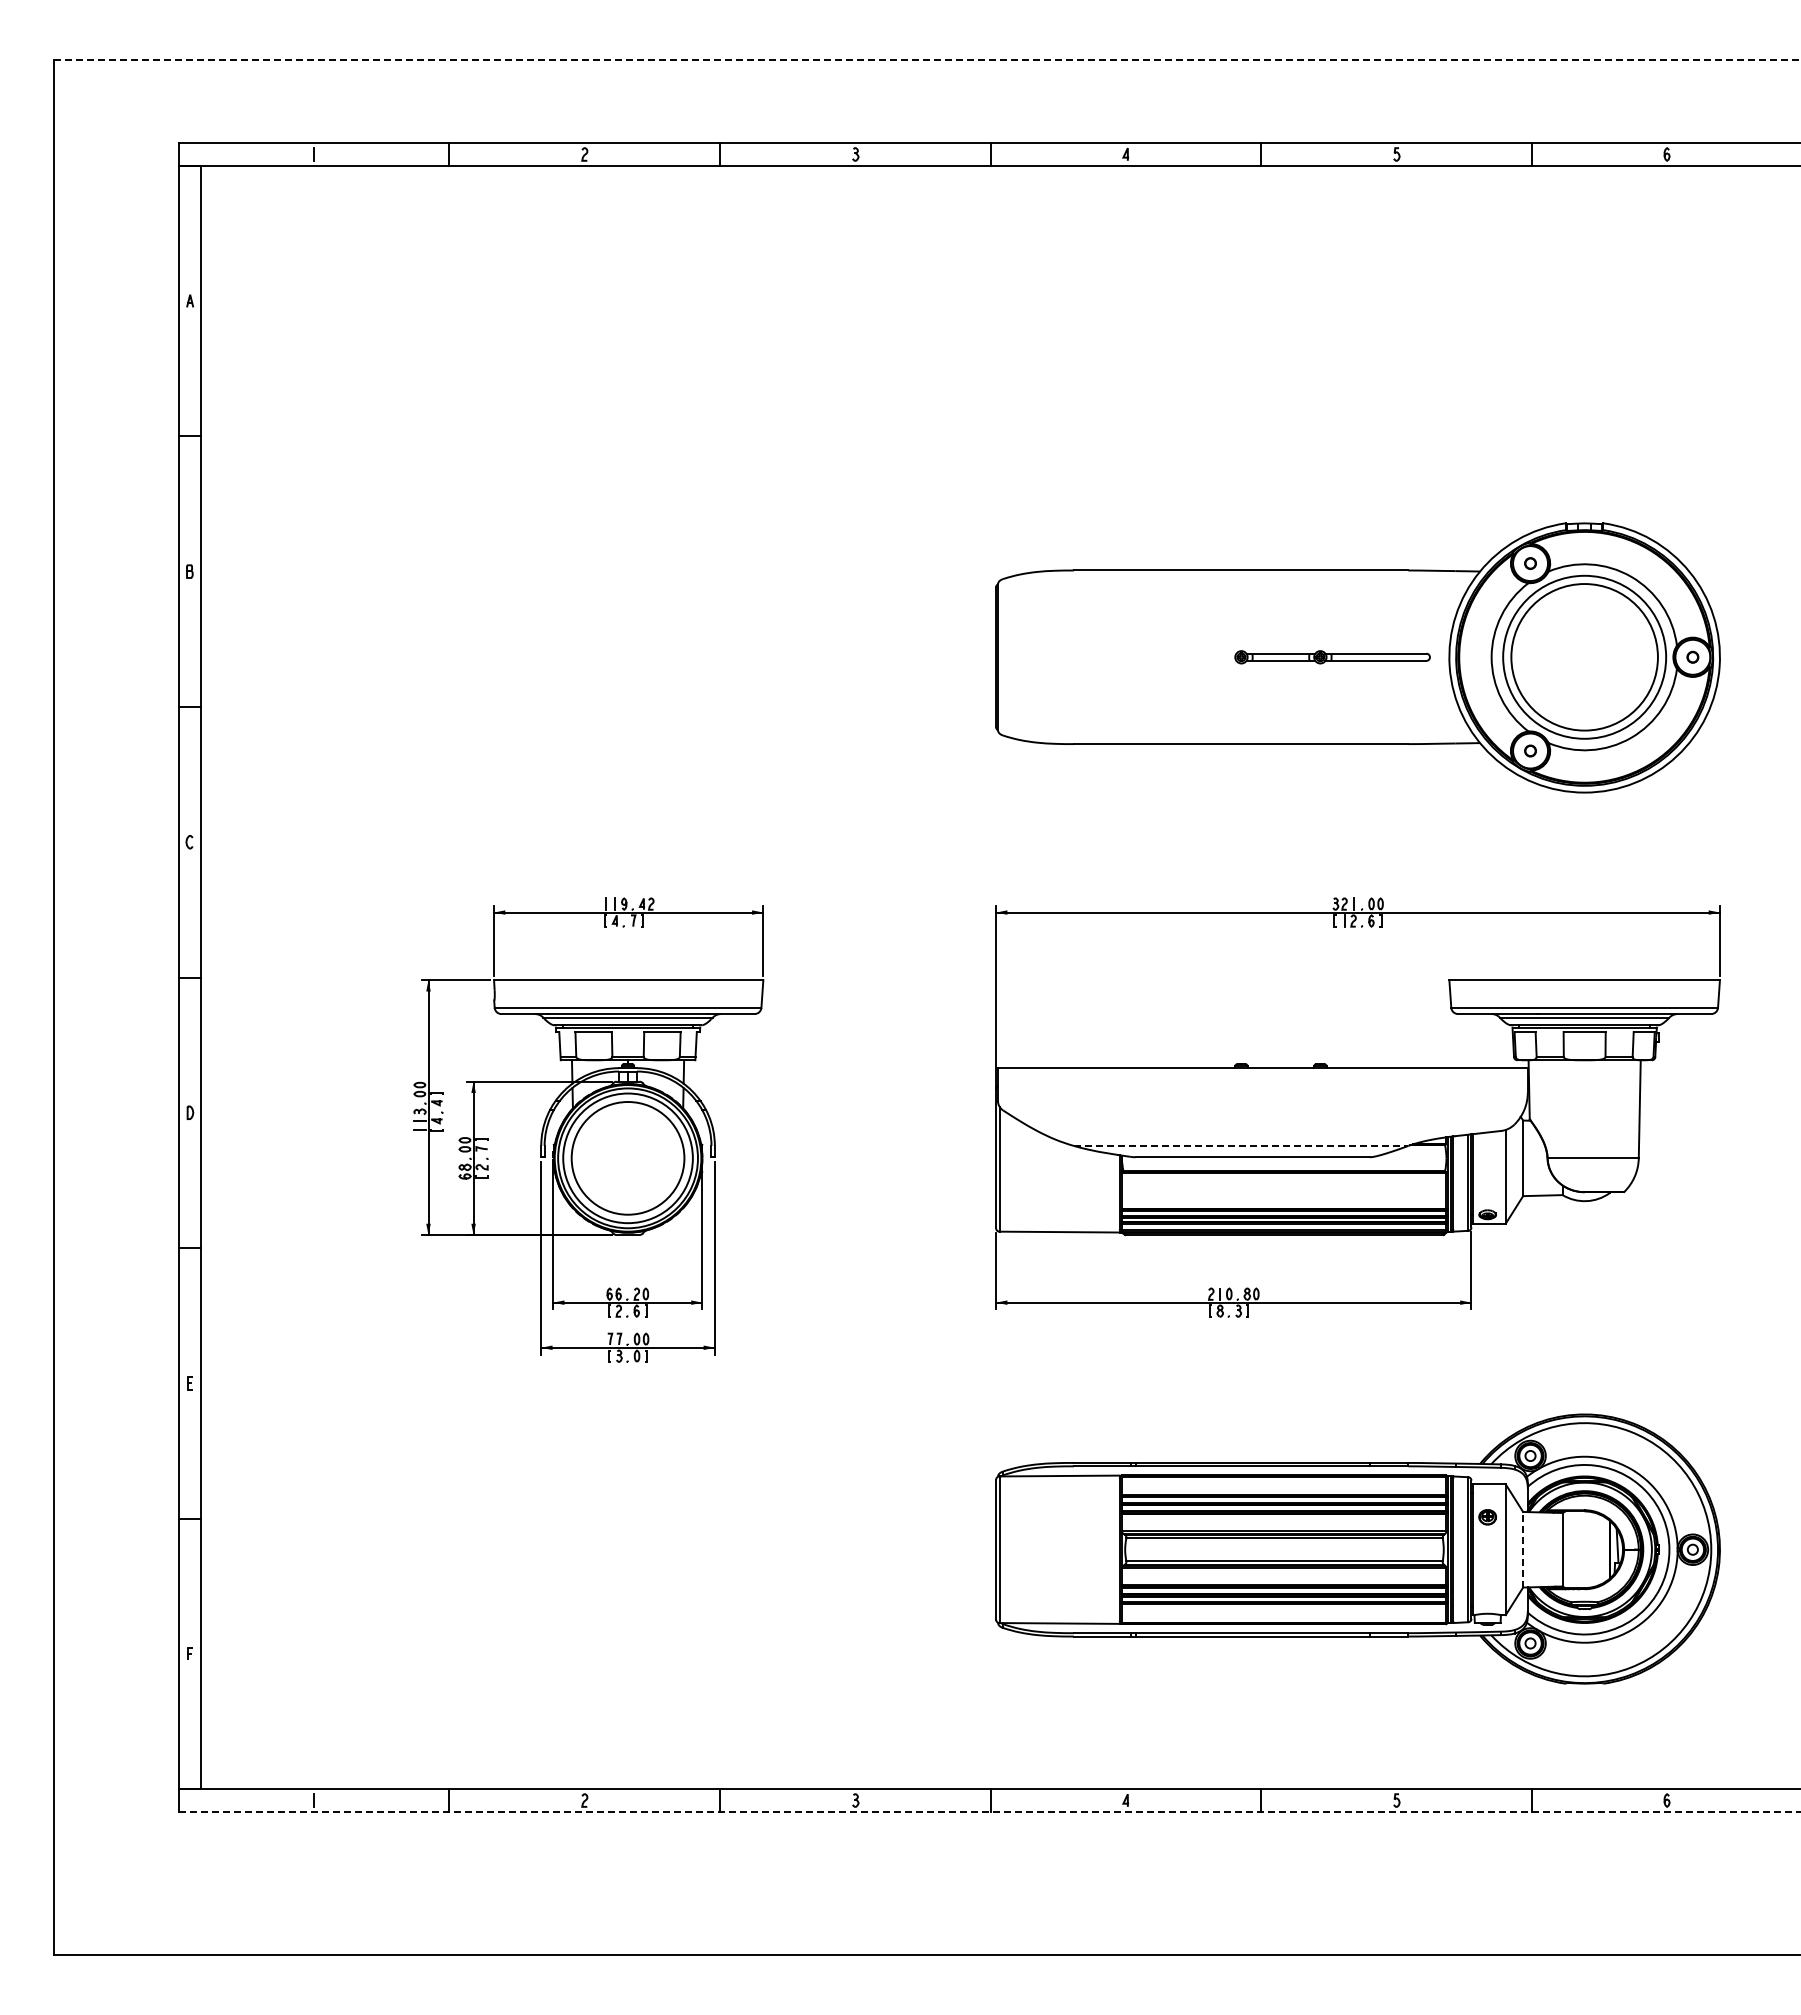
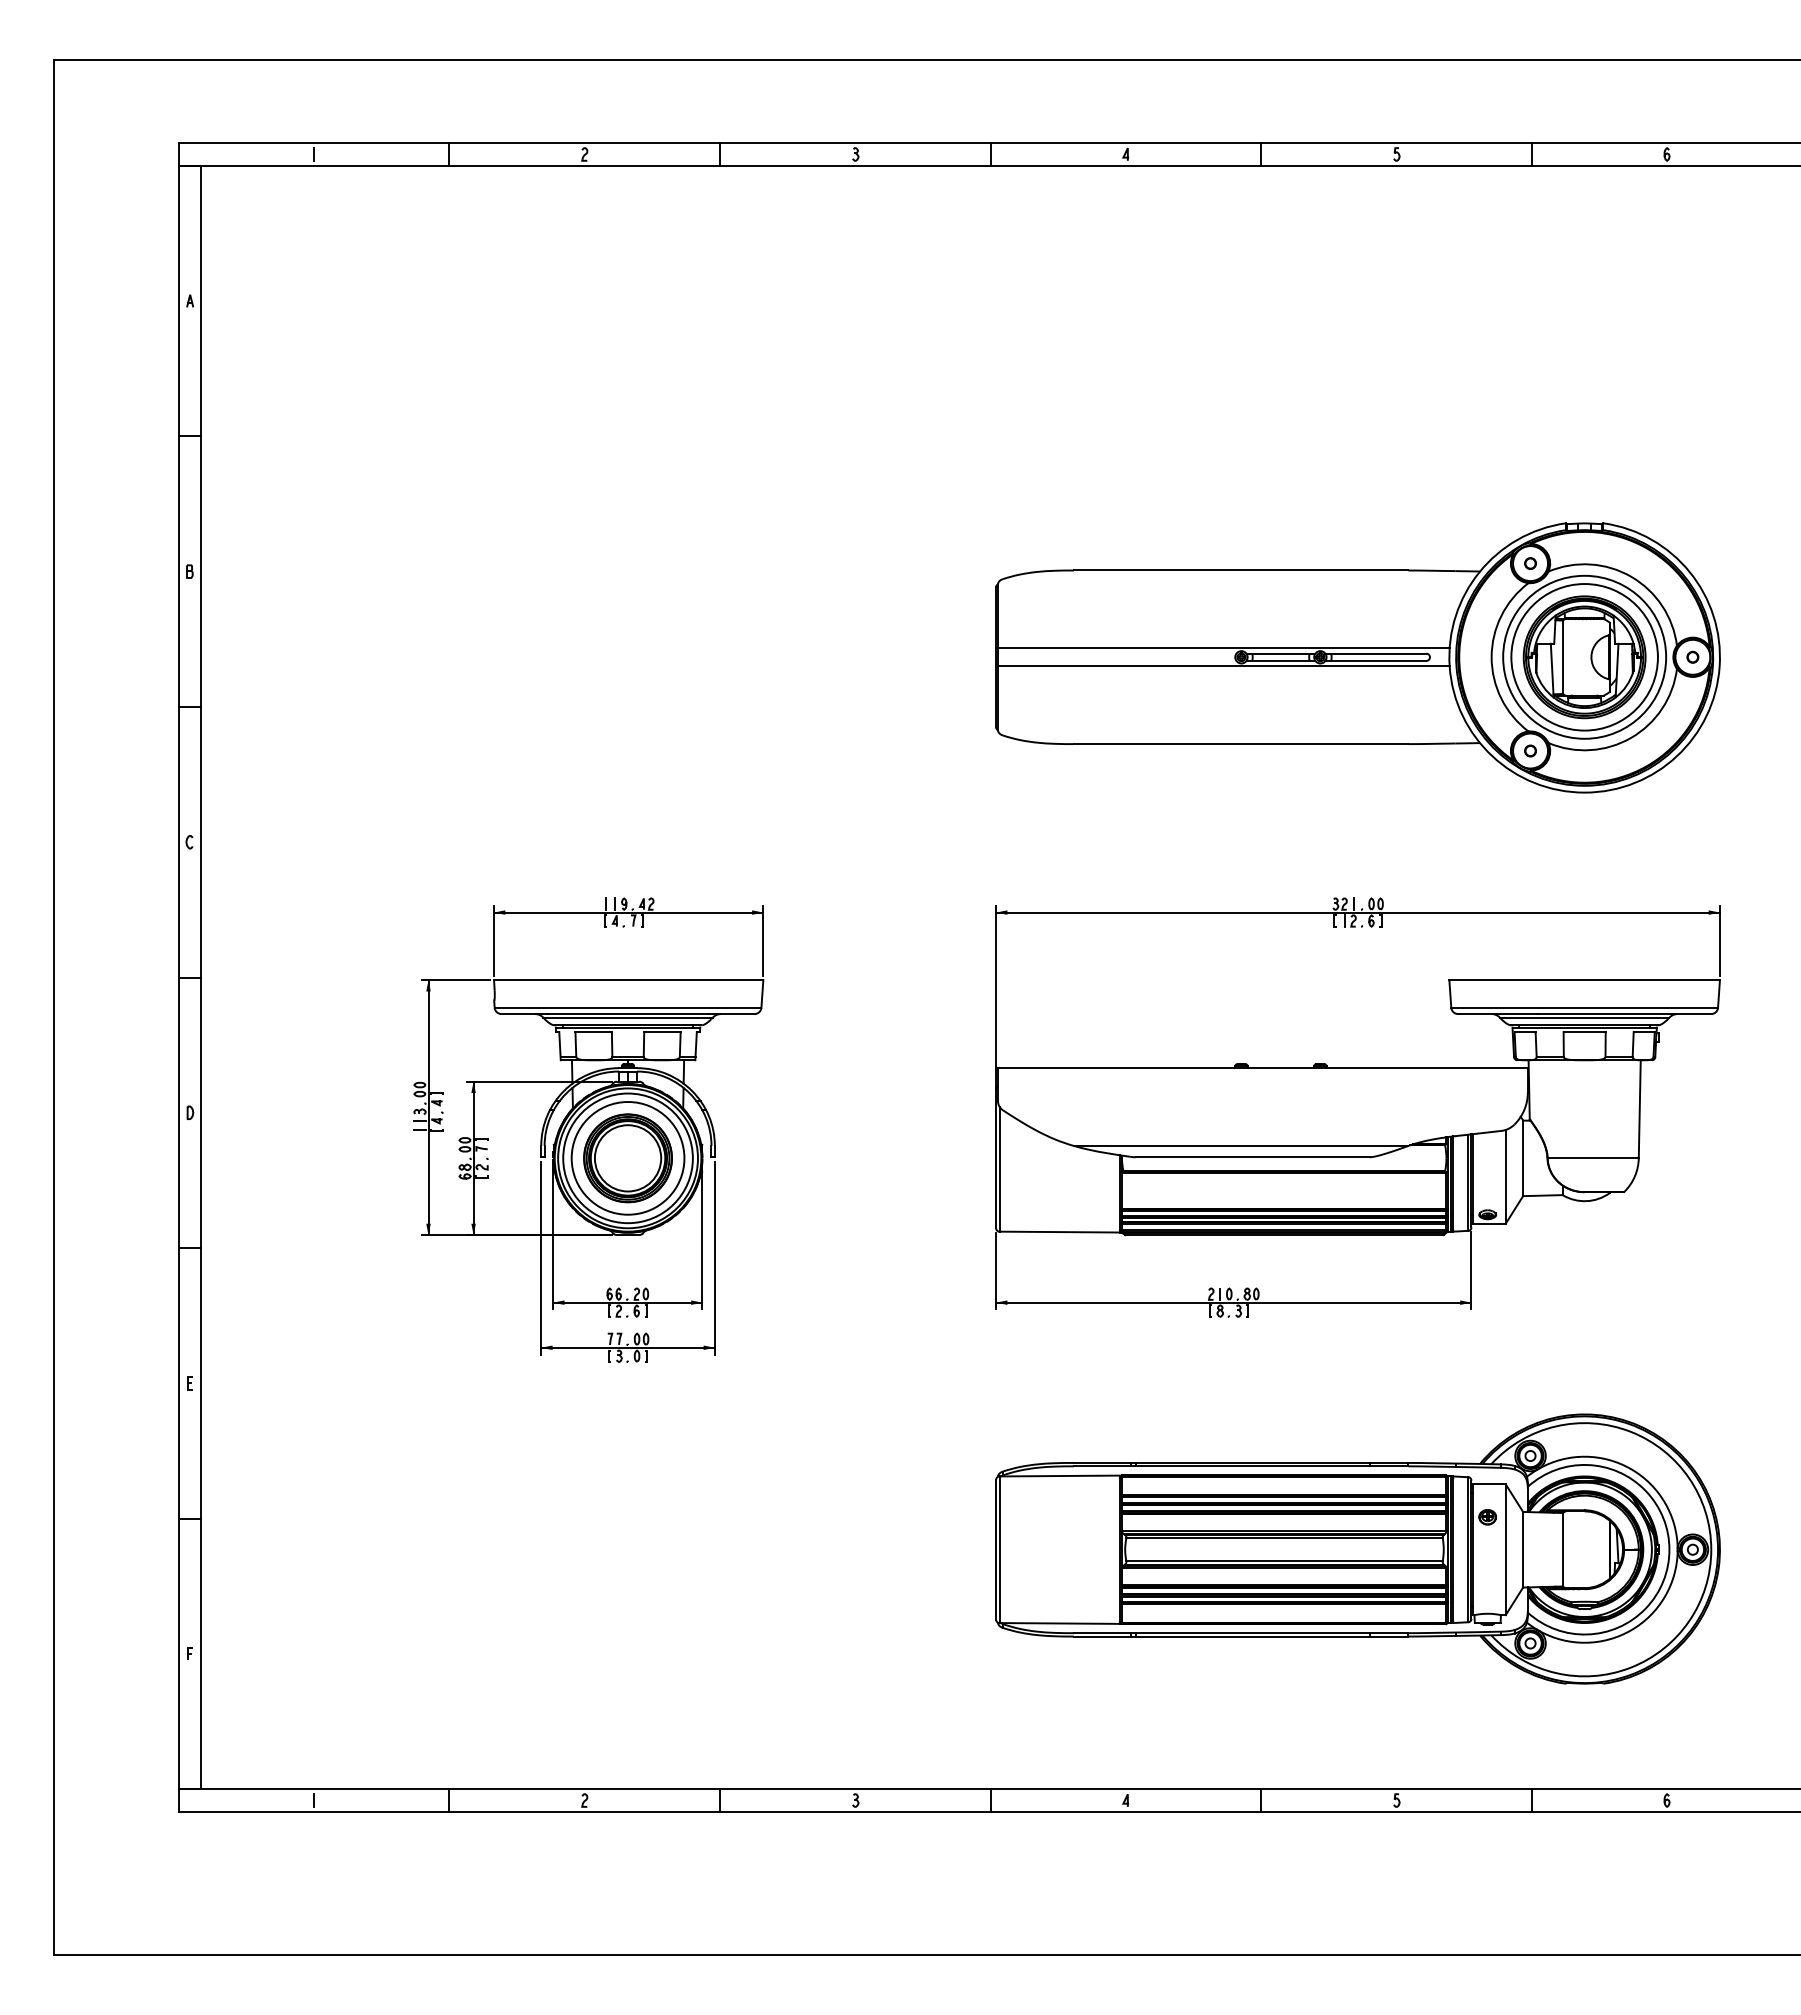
line at (927, 60): dashed -> solid
line at (1223, 648): none -> present
part at (1584, 657): none -> present
line at (1223, 666): none -> present
line at (1241, 1145): dashed -> solid
part at (627, 1158): none -> present
line at (1523, 1549): dashed -> solid
line at (989, 1811): dashed -> solid
